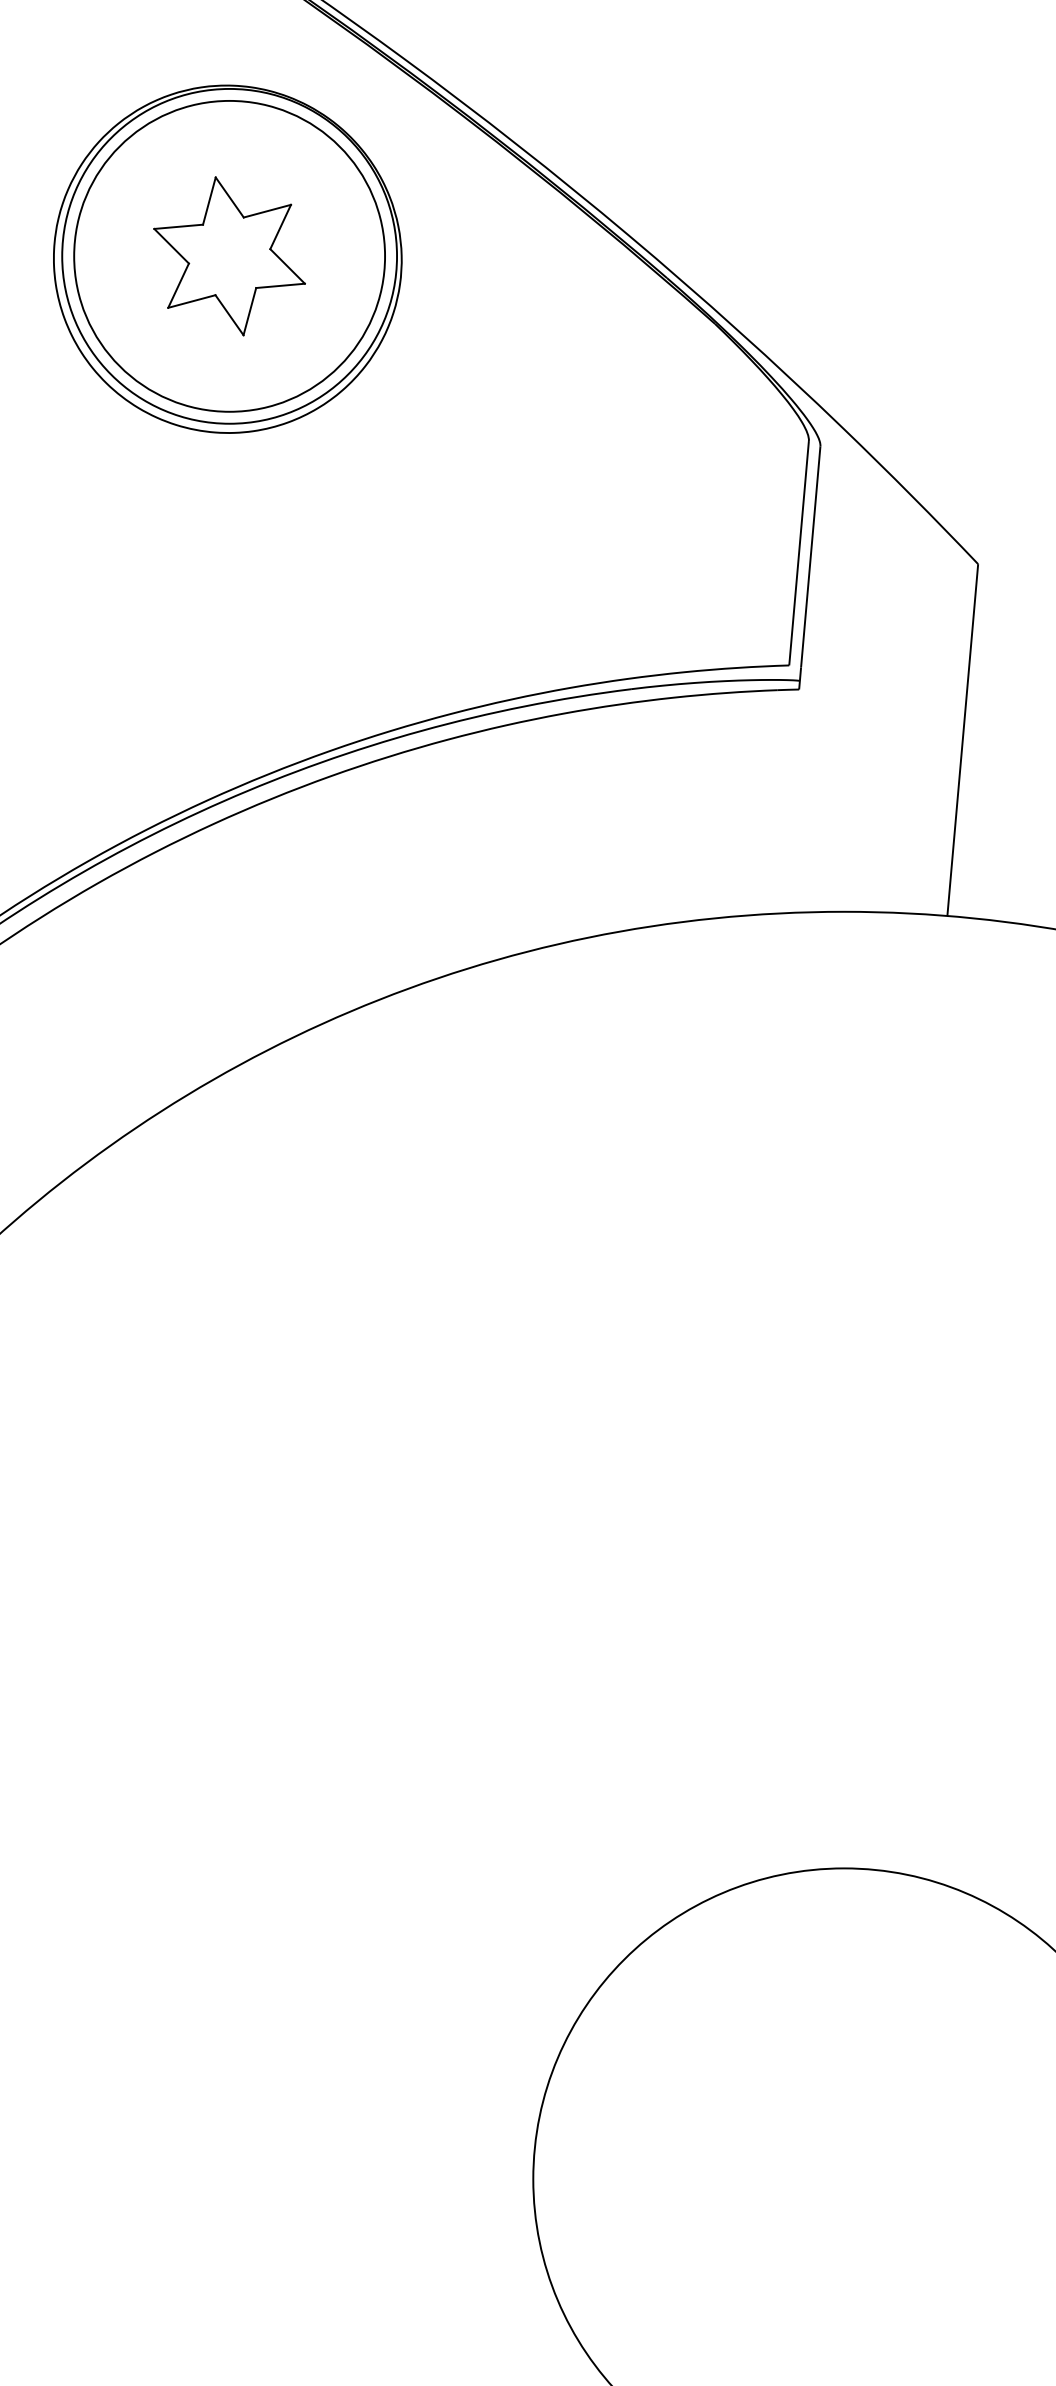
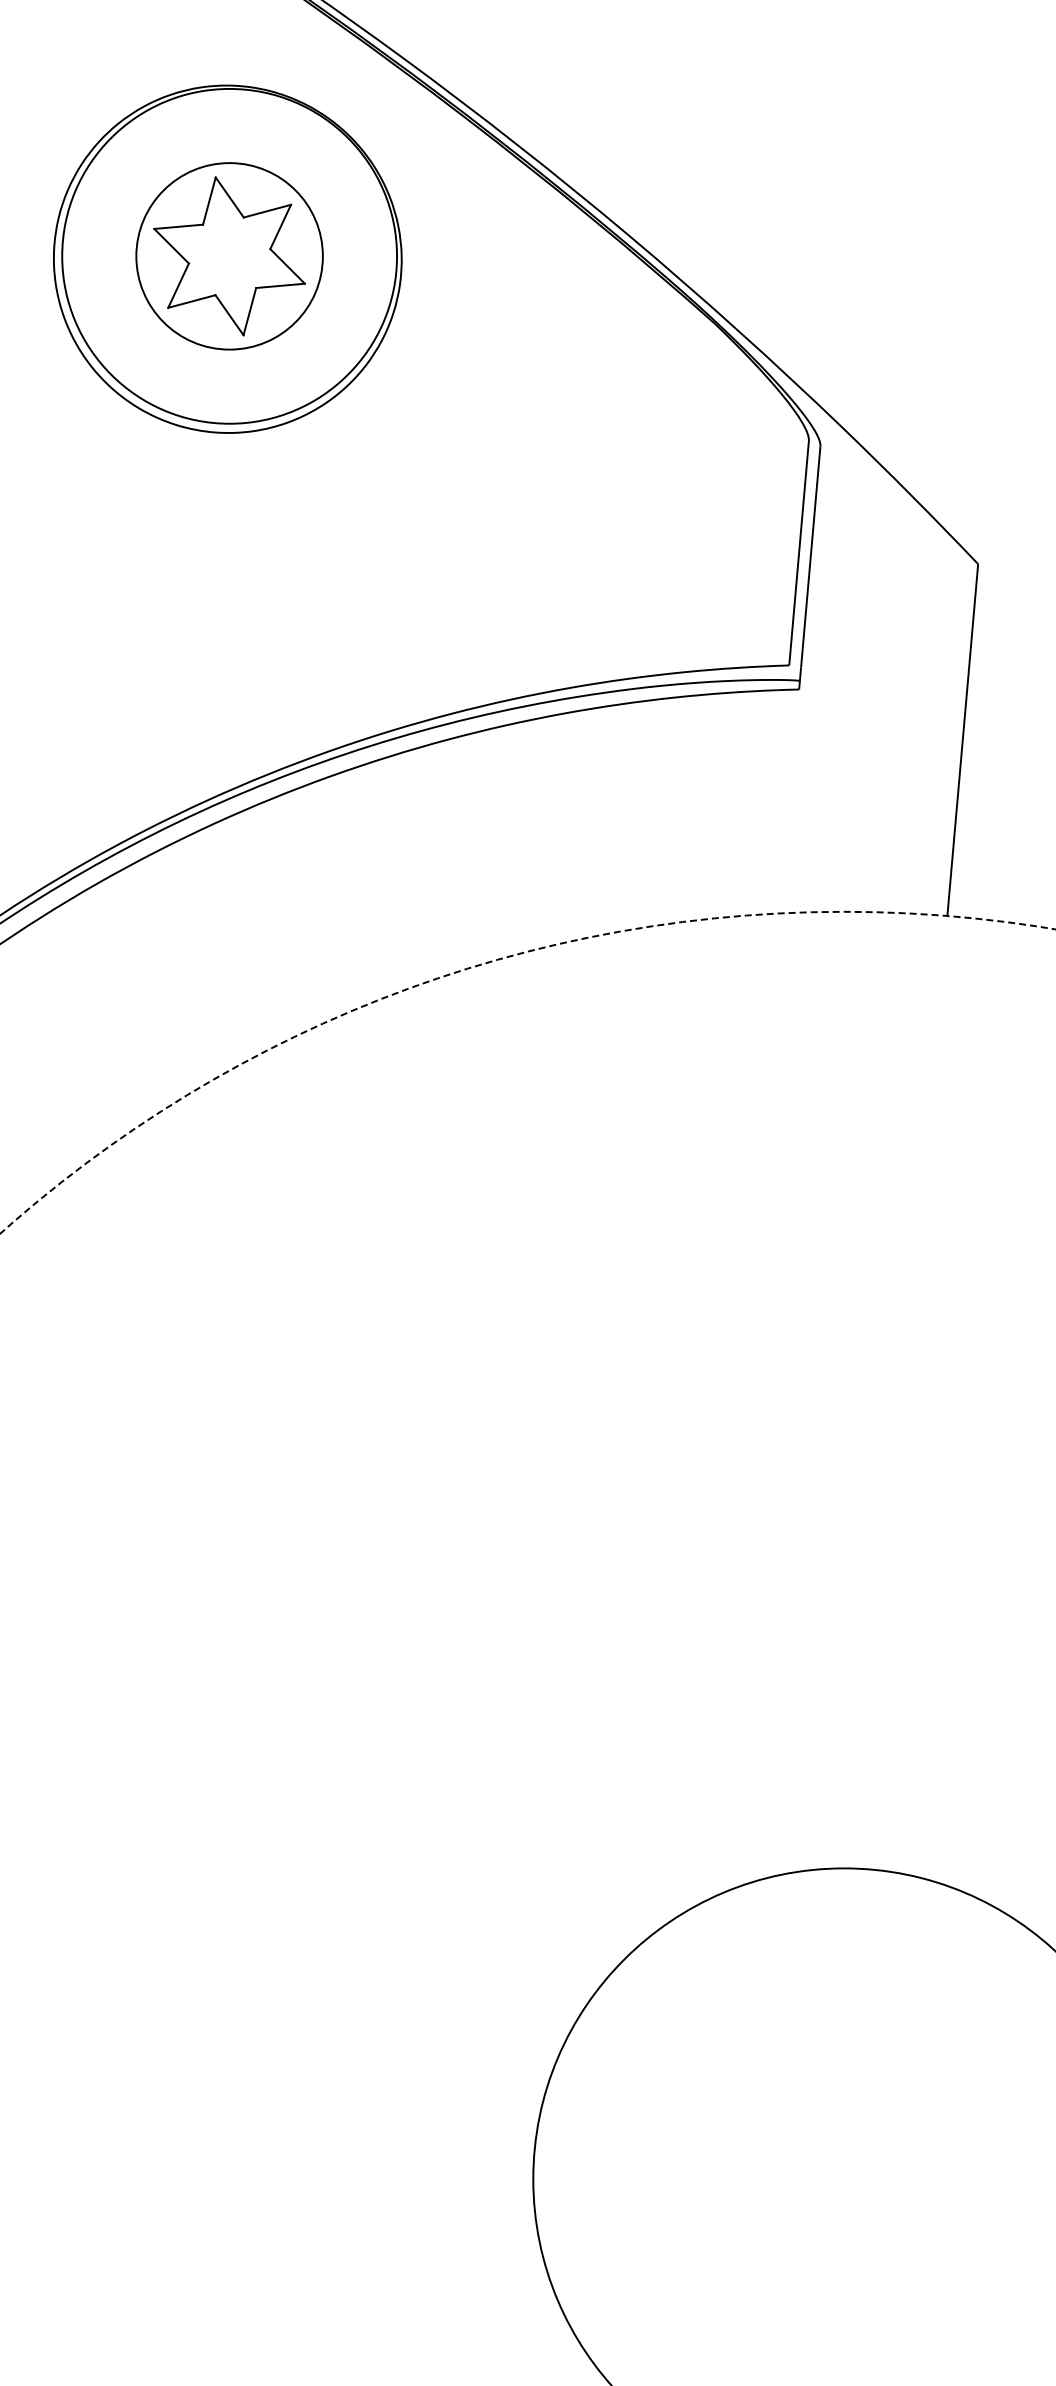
circle at (229, 255) diameter: 311 px -> 187 px
circle at (527, 1072): solid -> dashed
